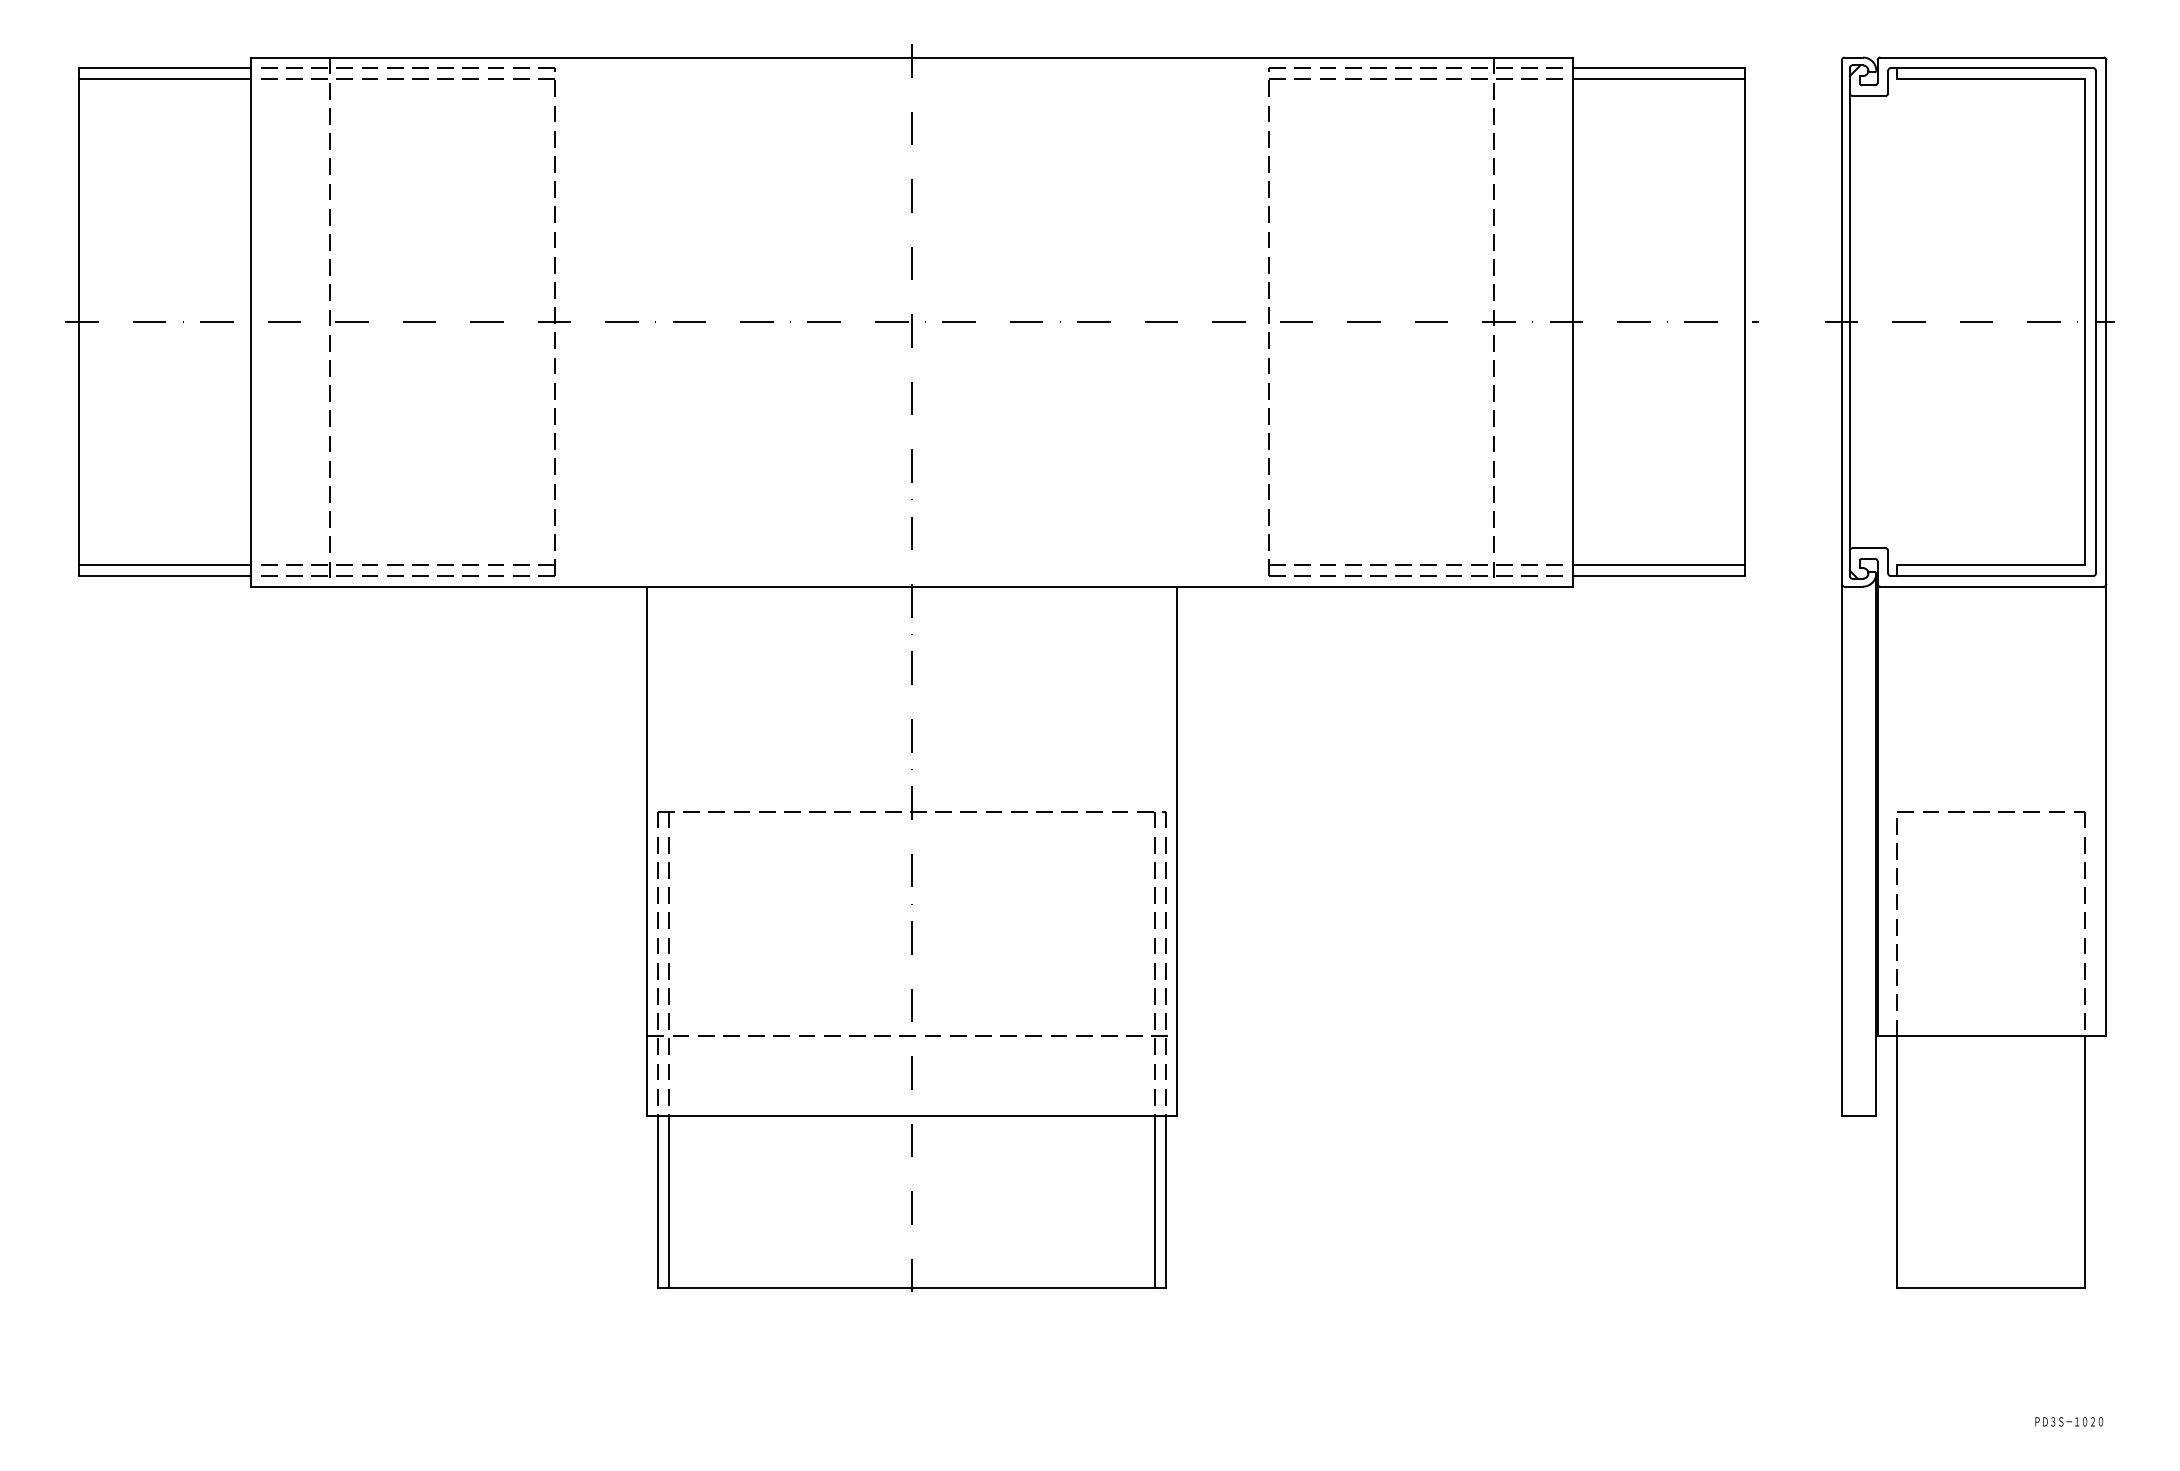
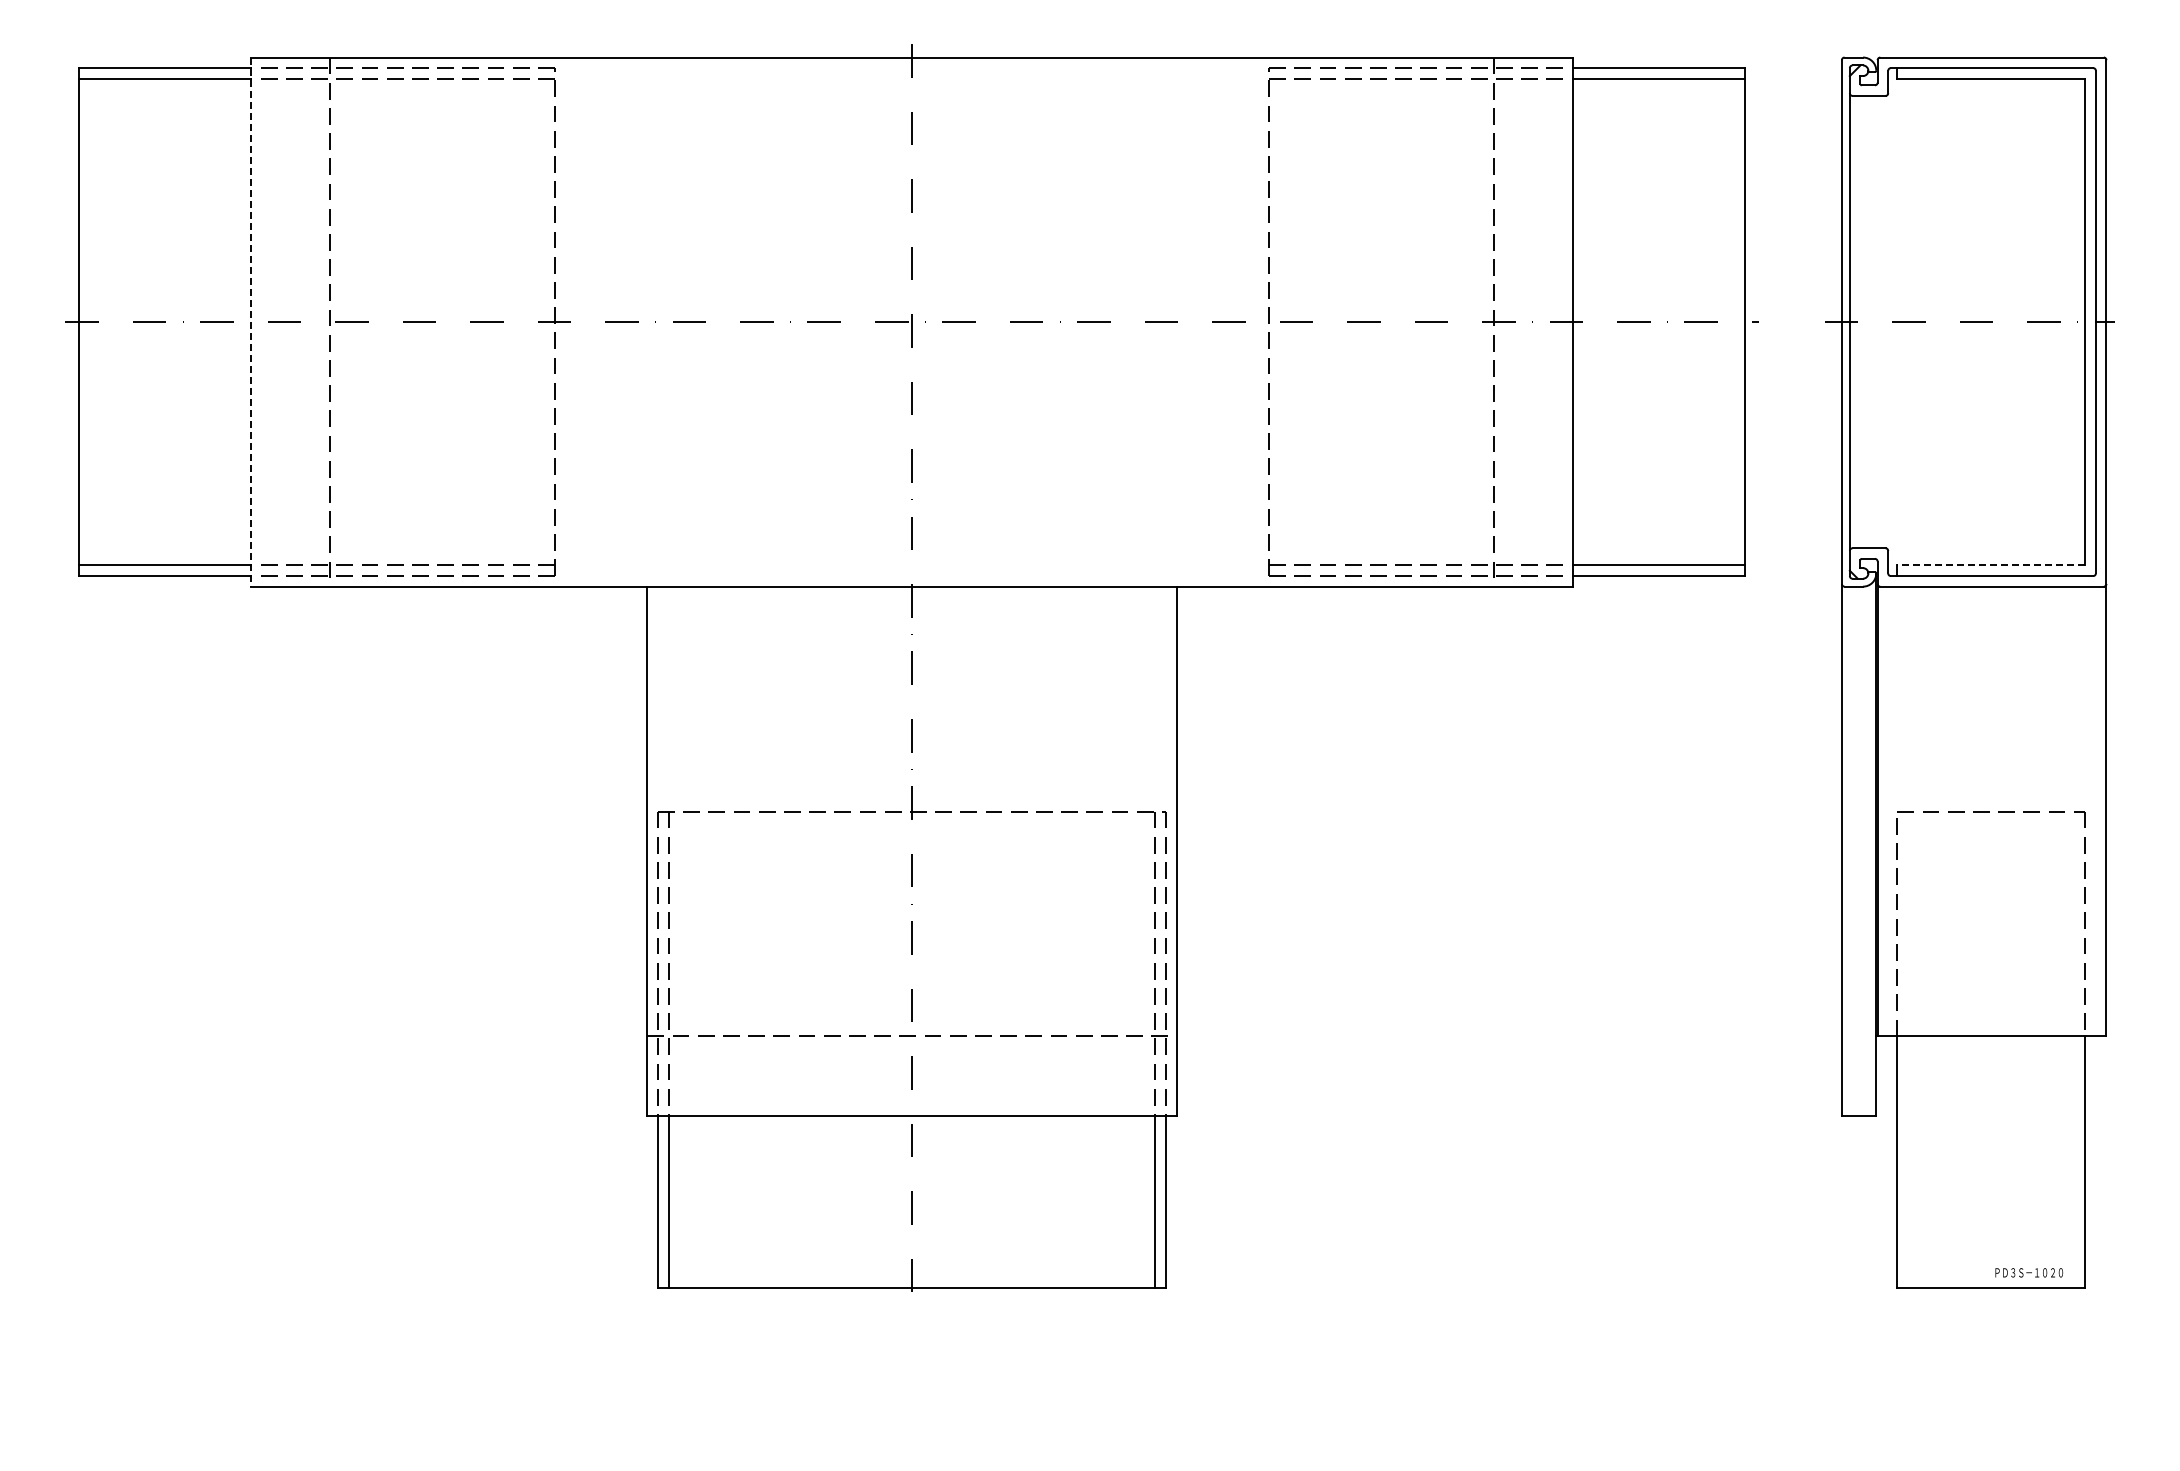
line at (250, 322): solid -> dashed
line at (1991, 565): solid -> dashed
text at (2069, 1421) position: (2069, 1421) -> (2029, 1272)
